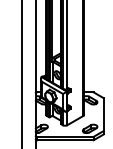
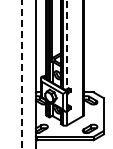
line at (67, 45): solid -> dashed
line at (21, 74): solid -> dashed
